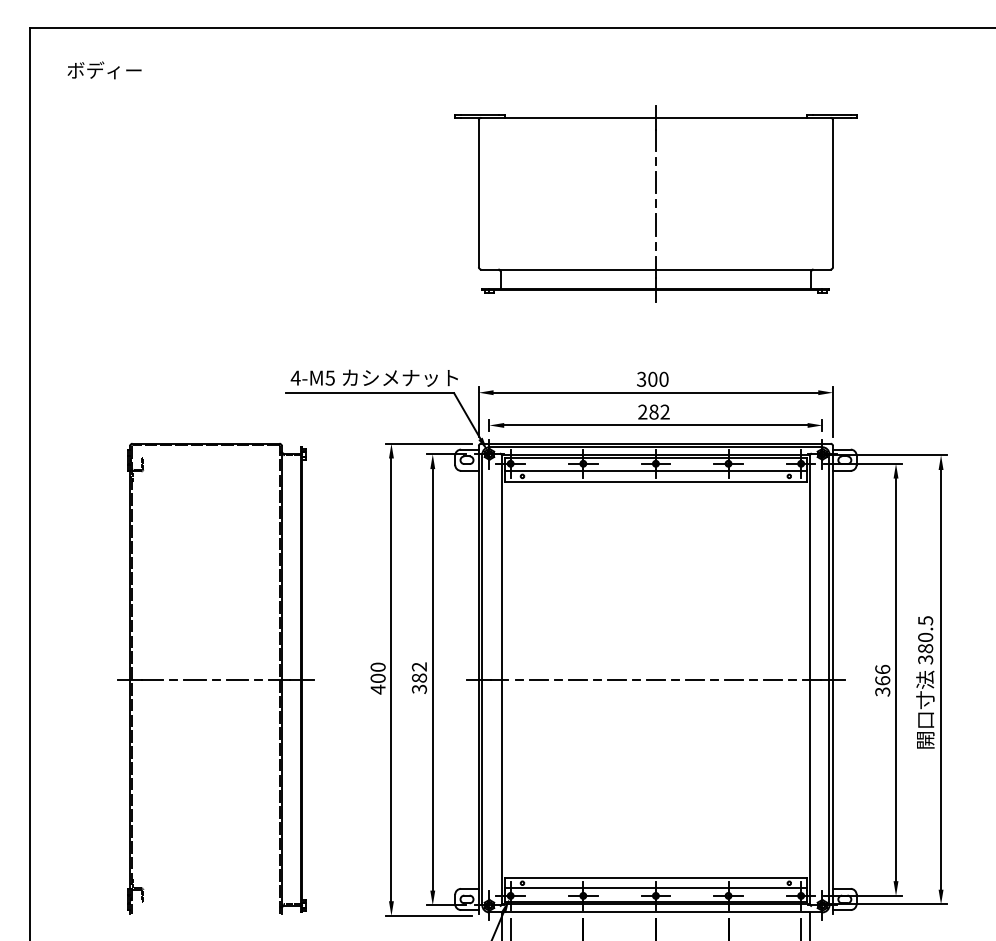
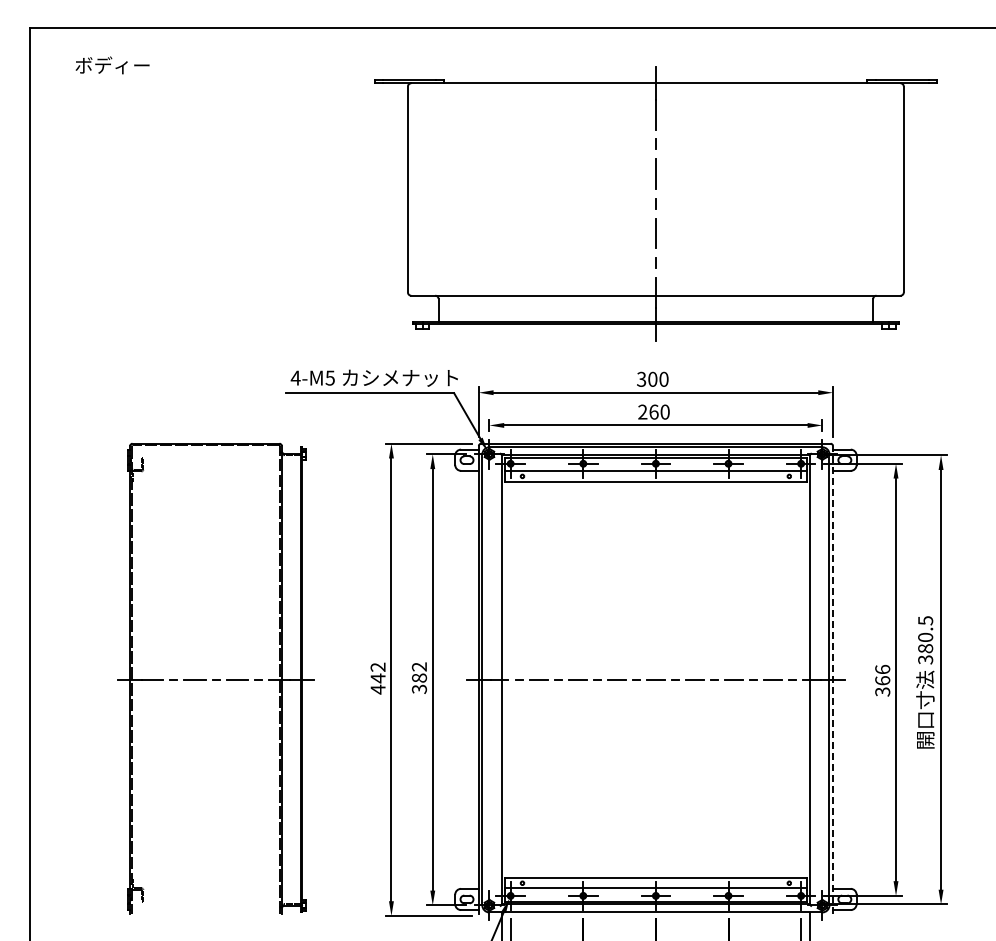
text at (104, 70) position: (104, 70) -> (112, 65)
part at (655, 203) size: 404x198 px -> 564x276 px
text at (659, 411): 282 -> 260
text at (377, 672): 400 -> 442
line at (833, 679): solid -> dashed
